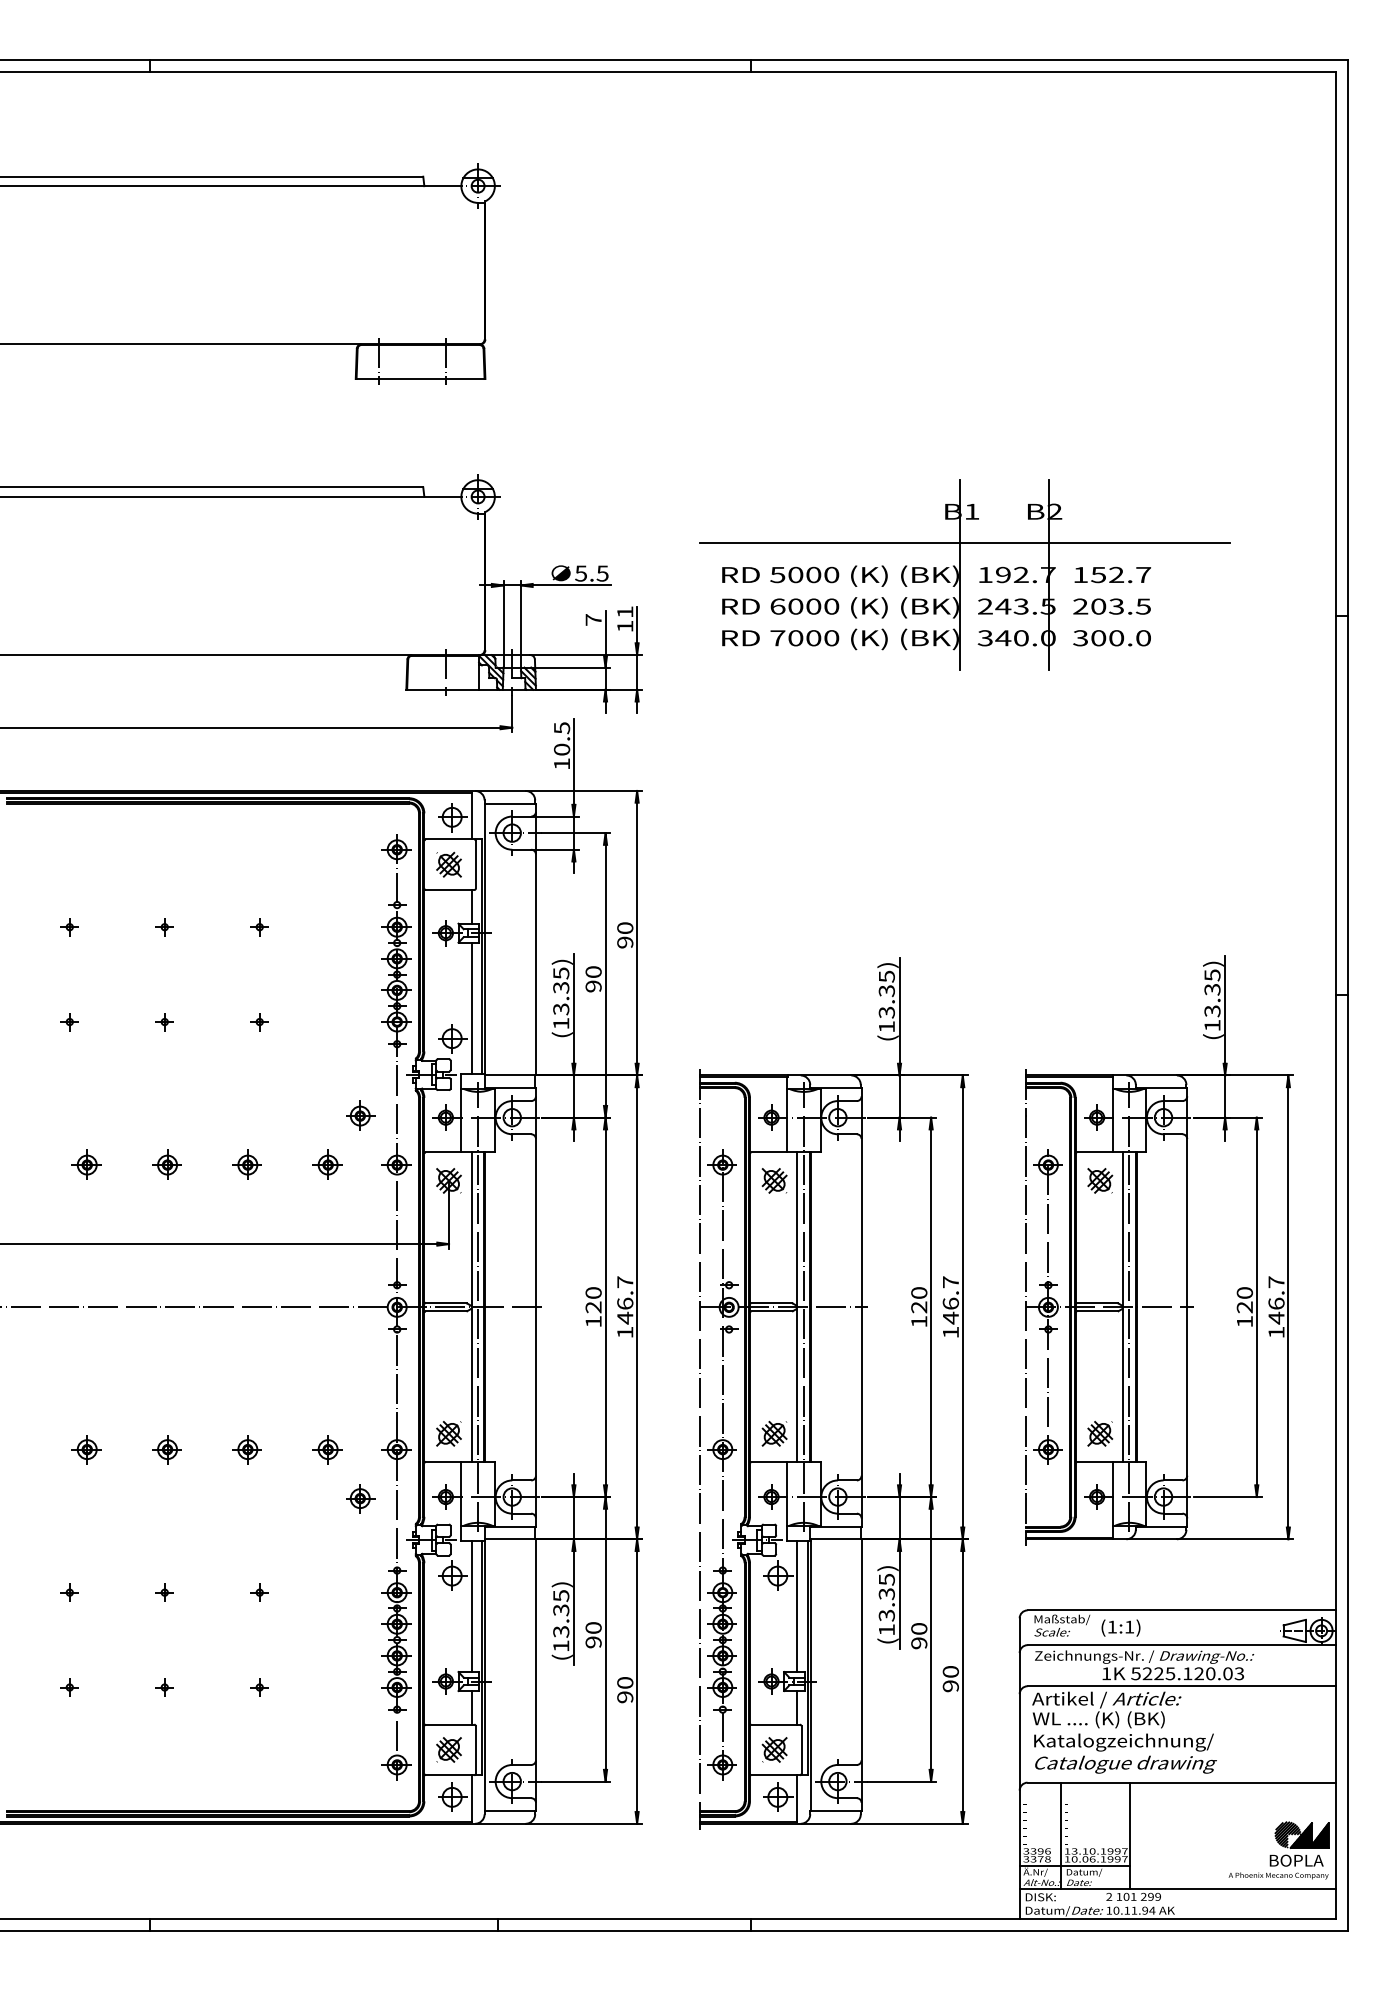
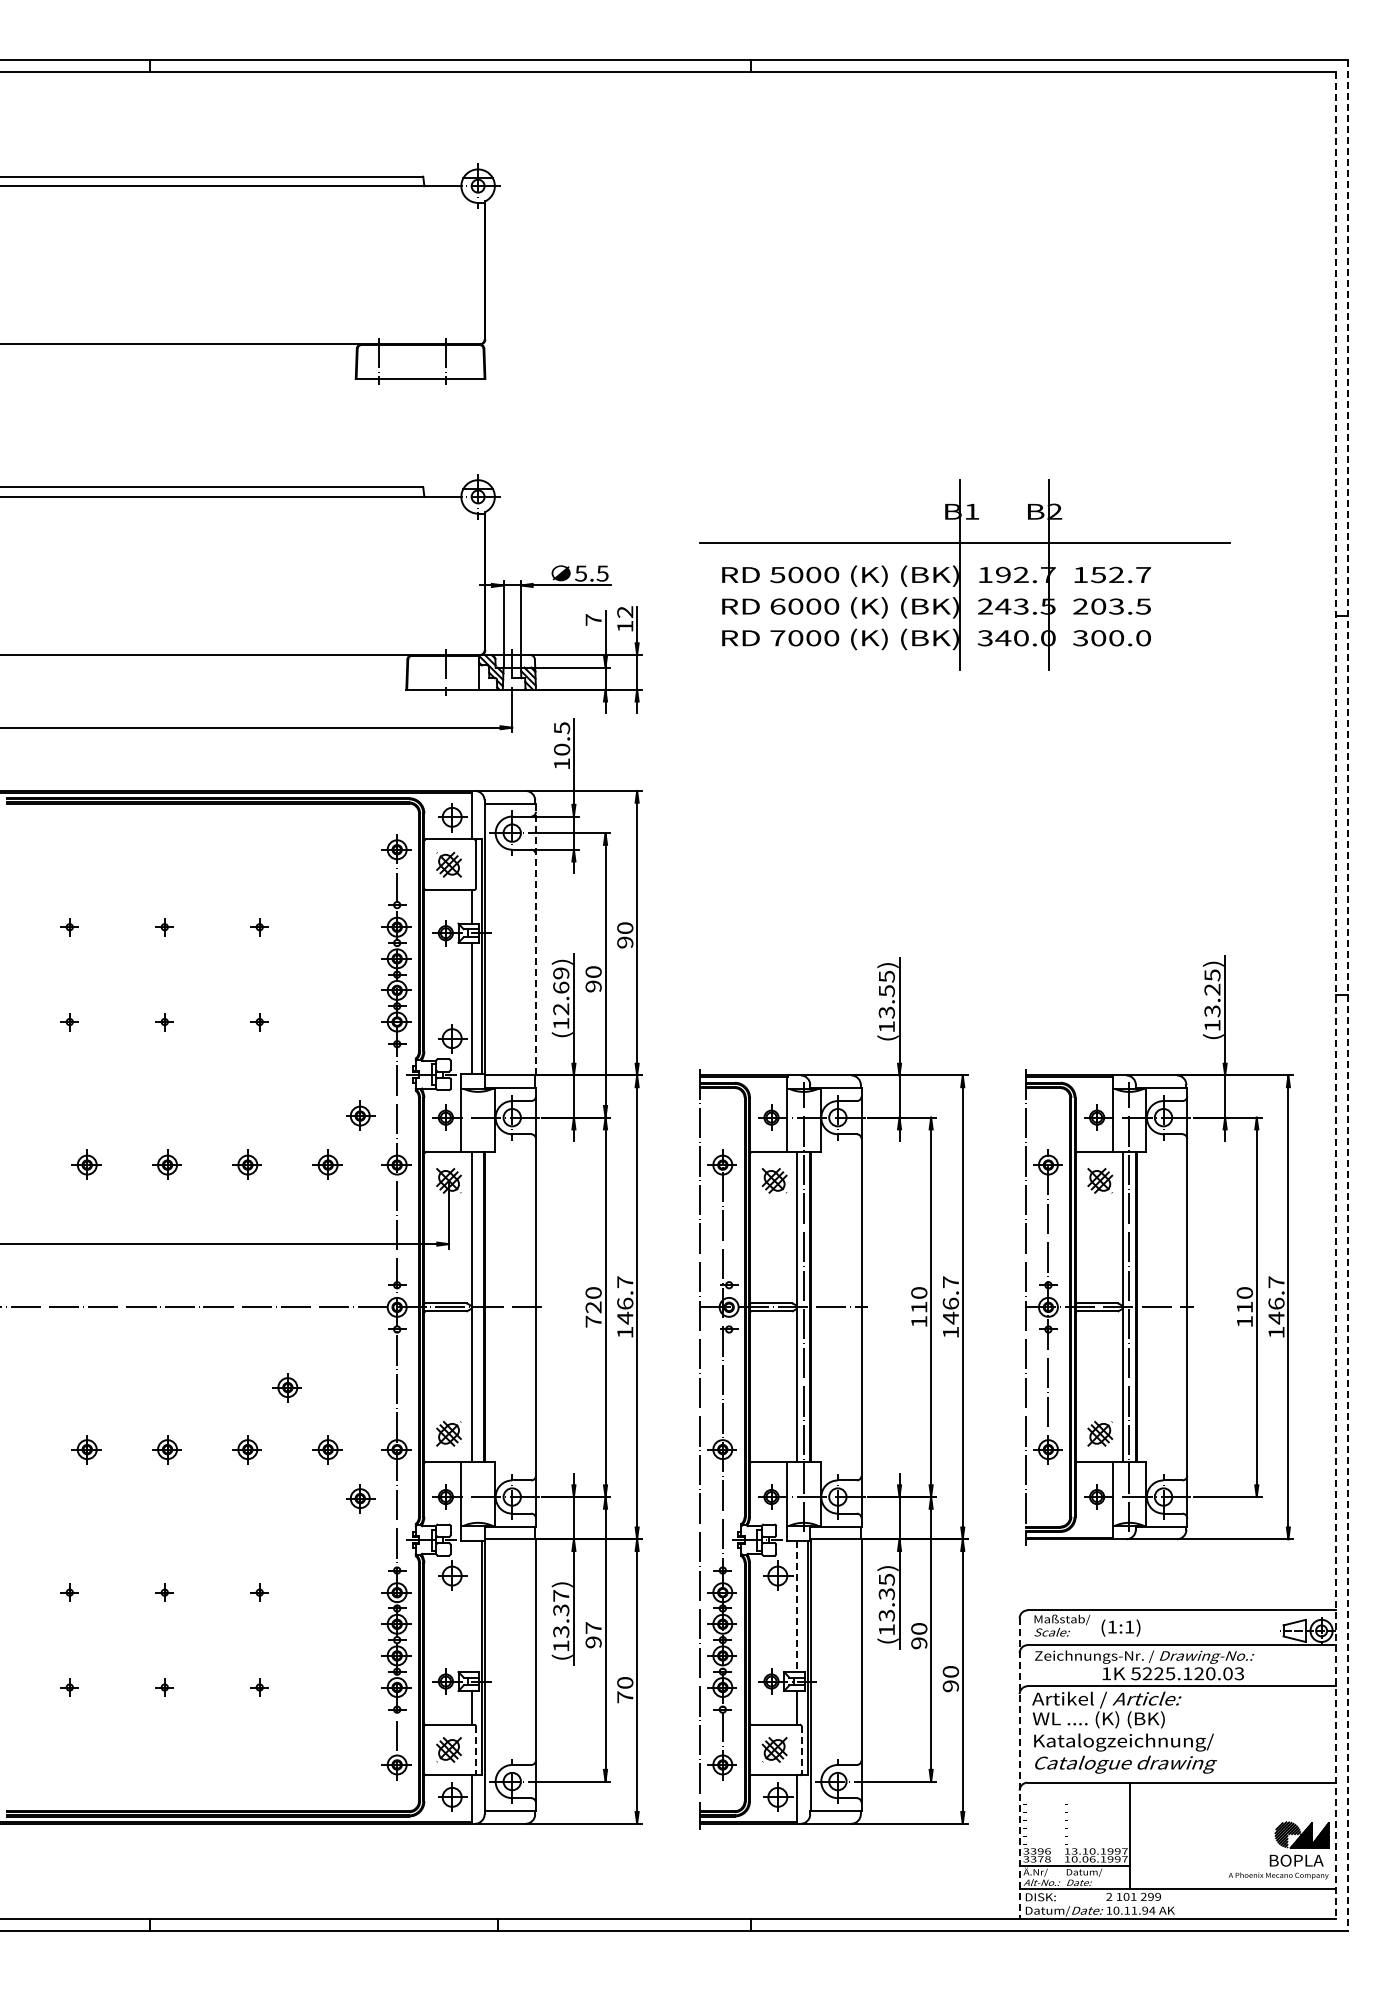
text at (625, 612): 11 -> 12
line at (535, 939): solid -> dashed
text at (1212, 989): (13.35) -> (13.25)
text at (886, 990): (13.35) -> (13.55)
text at (561, 991): (13.35) -> (12.69)
line at (1335, 995): solid -> dashed
line at (1348, 995): solid -> dashed
line at (478, 1307): present -> none
text at (919, 1307): 120 -> 110
text at (1244, 1307): 120 -> 110
text at (593, 1321): 120 -> 720
part at (286, 1387): none -> present
part at (774, 1433): present -> none
text at (561, 1596): (13.35) -> (13.37)
line at (471, 1606): present -> none
line at (797, 1606): solid -> dashed
text at (593, 1627): 90 -> 97
text at (625, 1697): 90 -> 70
line at (475, 1749): solid -> dashed
line at (801, 1749): solid -> dashed
line at (1019, 1768): solid -> dashed
line at (1060, 1835): present -> none
